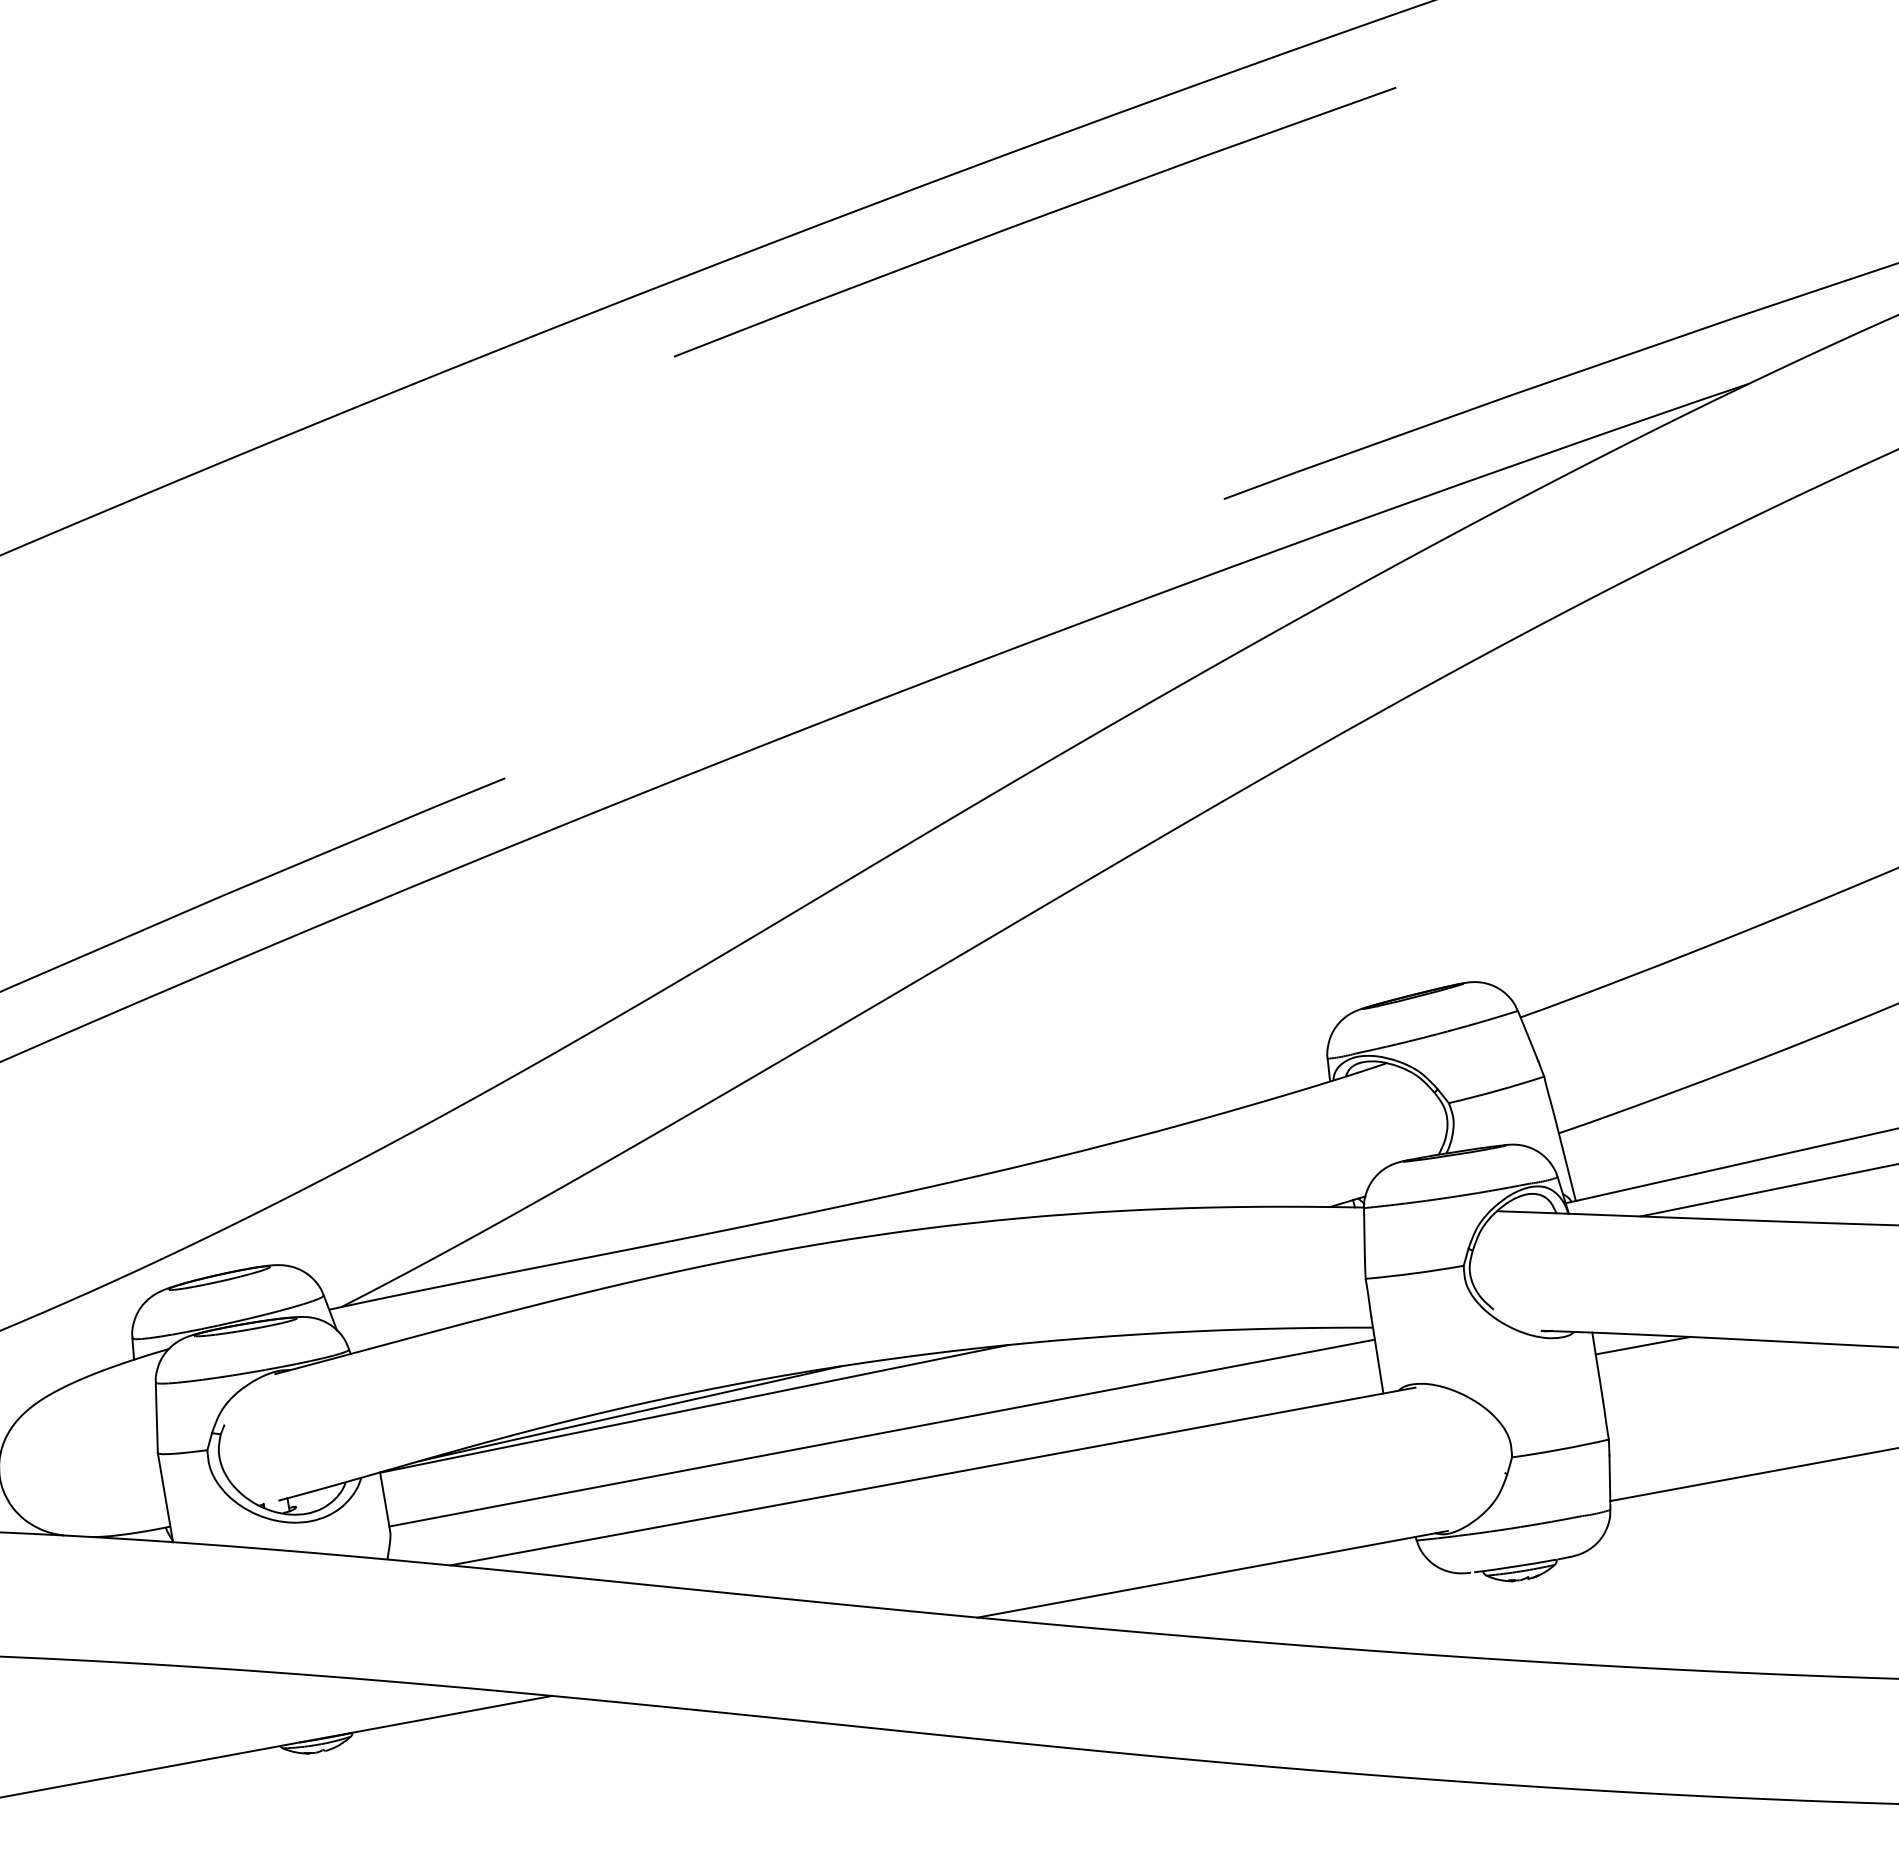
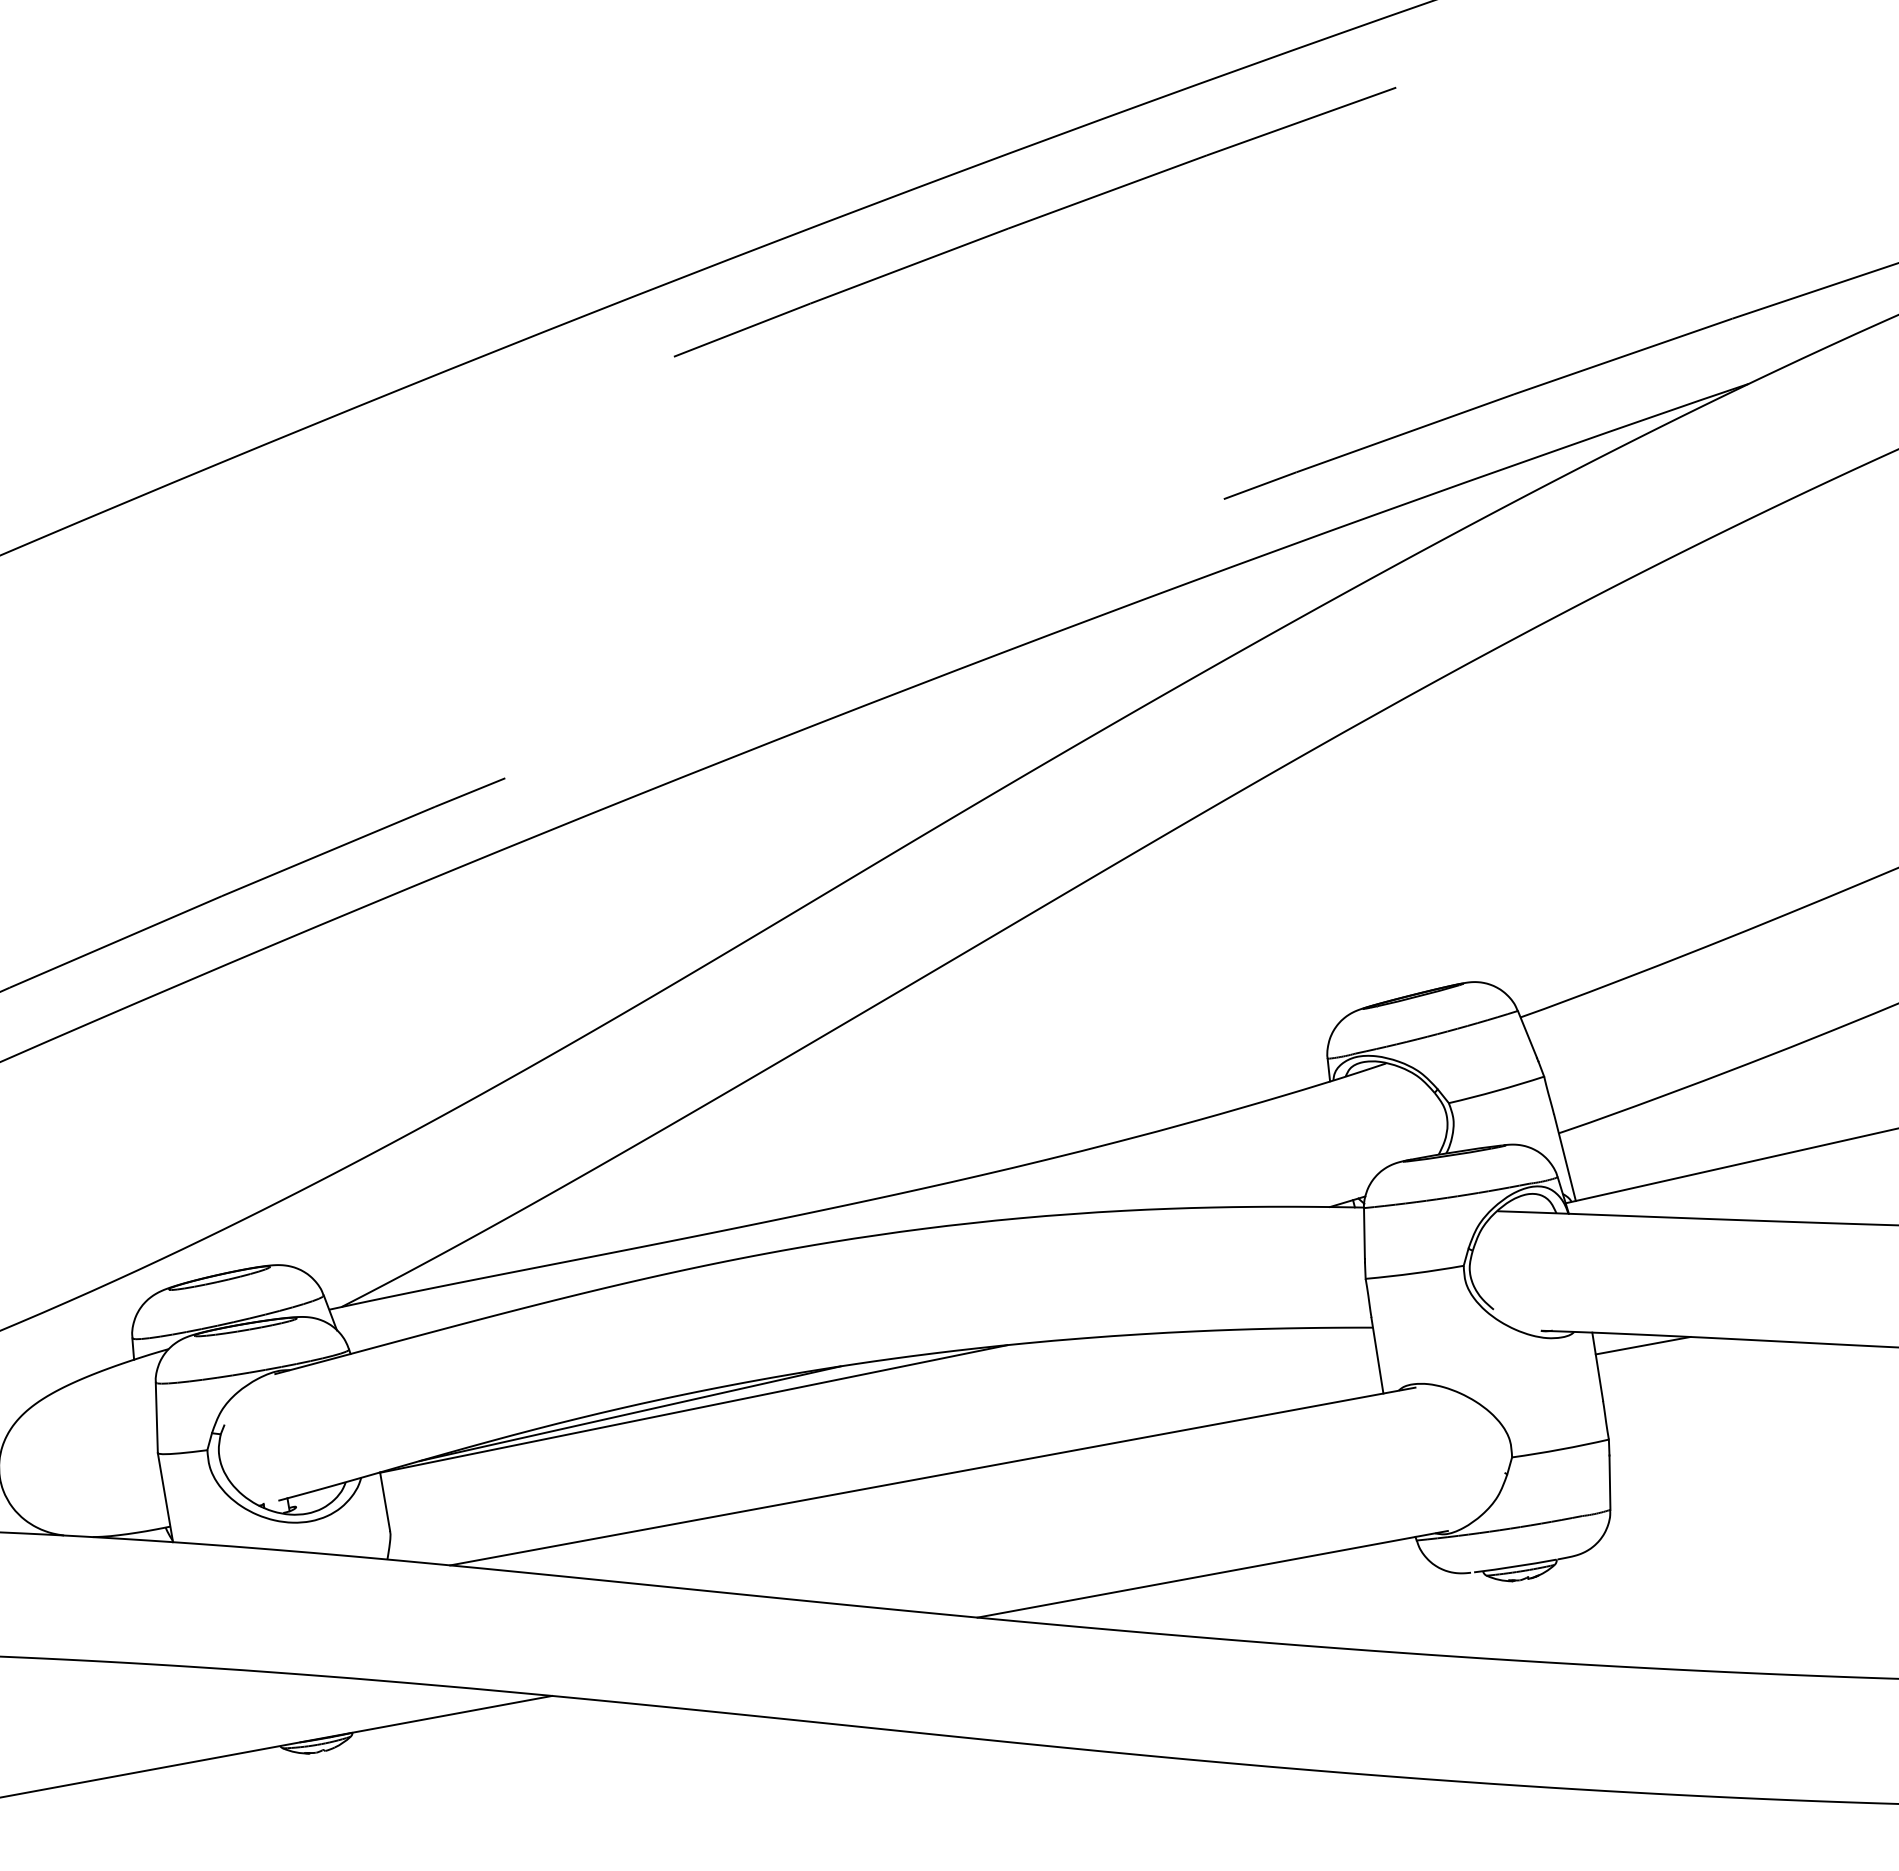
line at (1767, 1190): present -> none
line at (881, 1432): present -> none
line at (1752, 1474): present -> none
